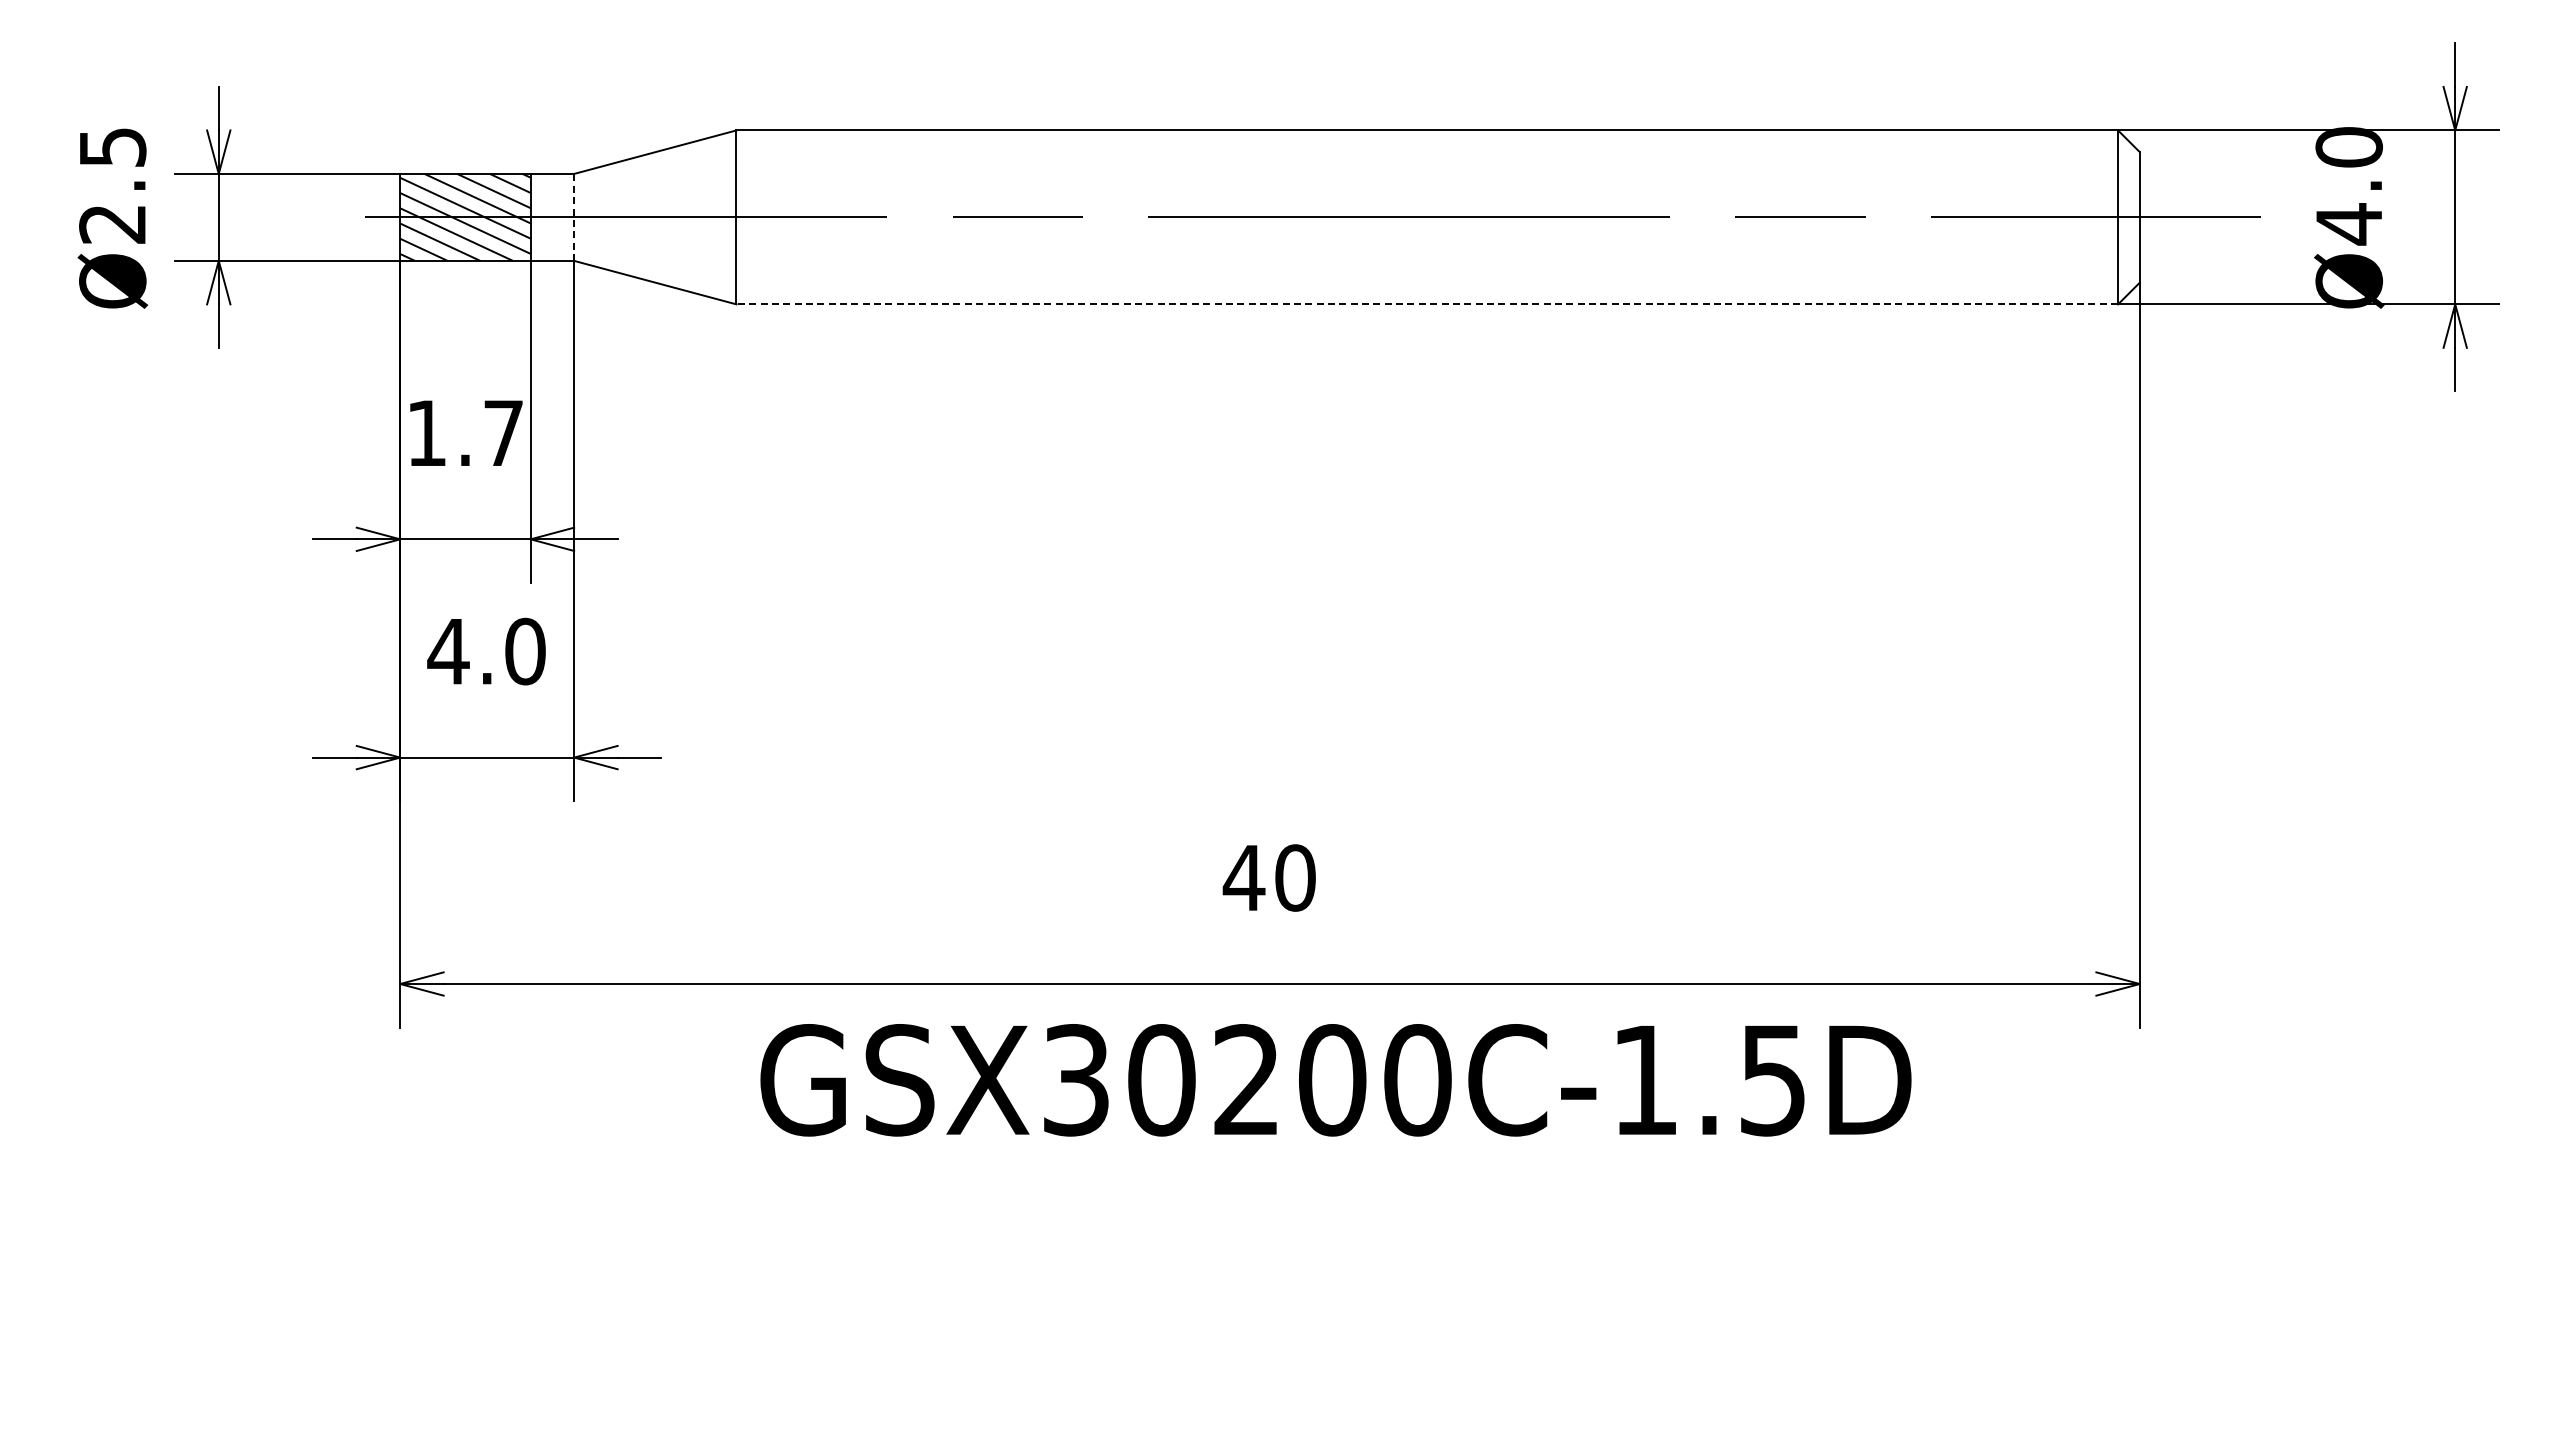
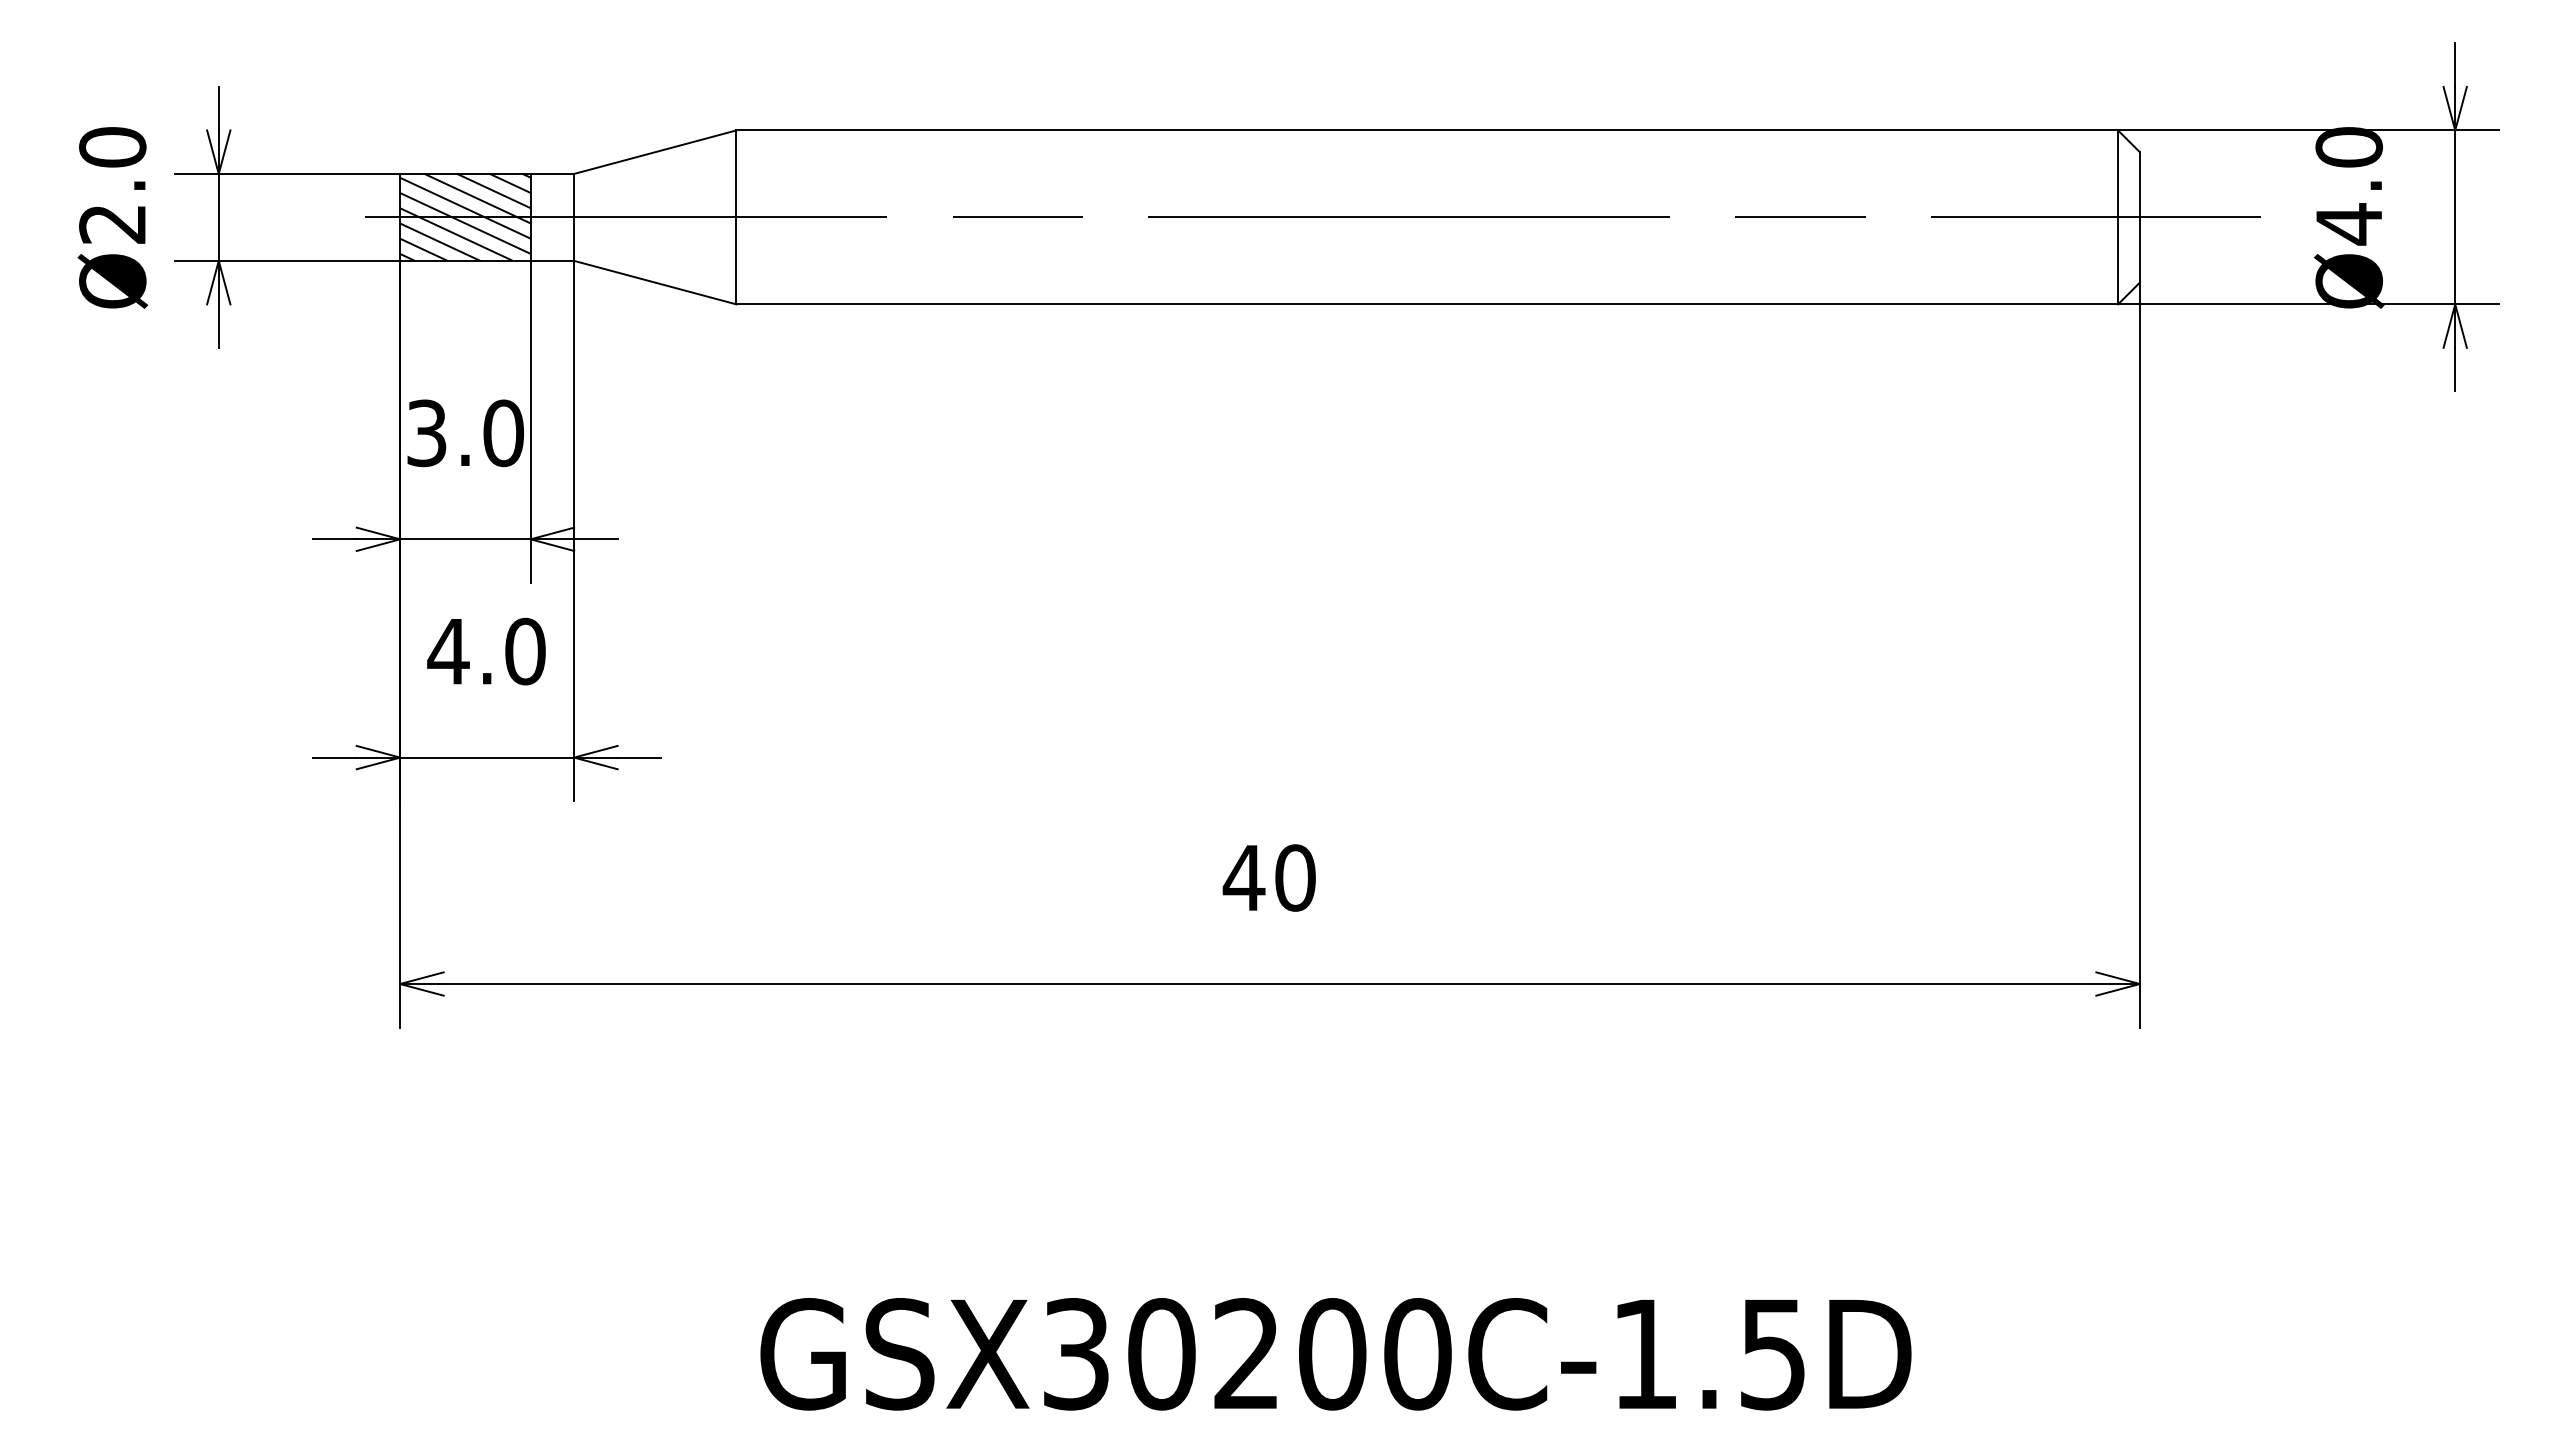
text at (112, 147): Ø2.5 -> Ø2.0
line at (574, 216): dashed -> solid
line at (1427, 304): dashed -> solid
text at (465, 433): 1.7 -> 3.0
text at (1335, 1080) position: (1335, 1080) -> (1335, 1354)
